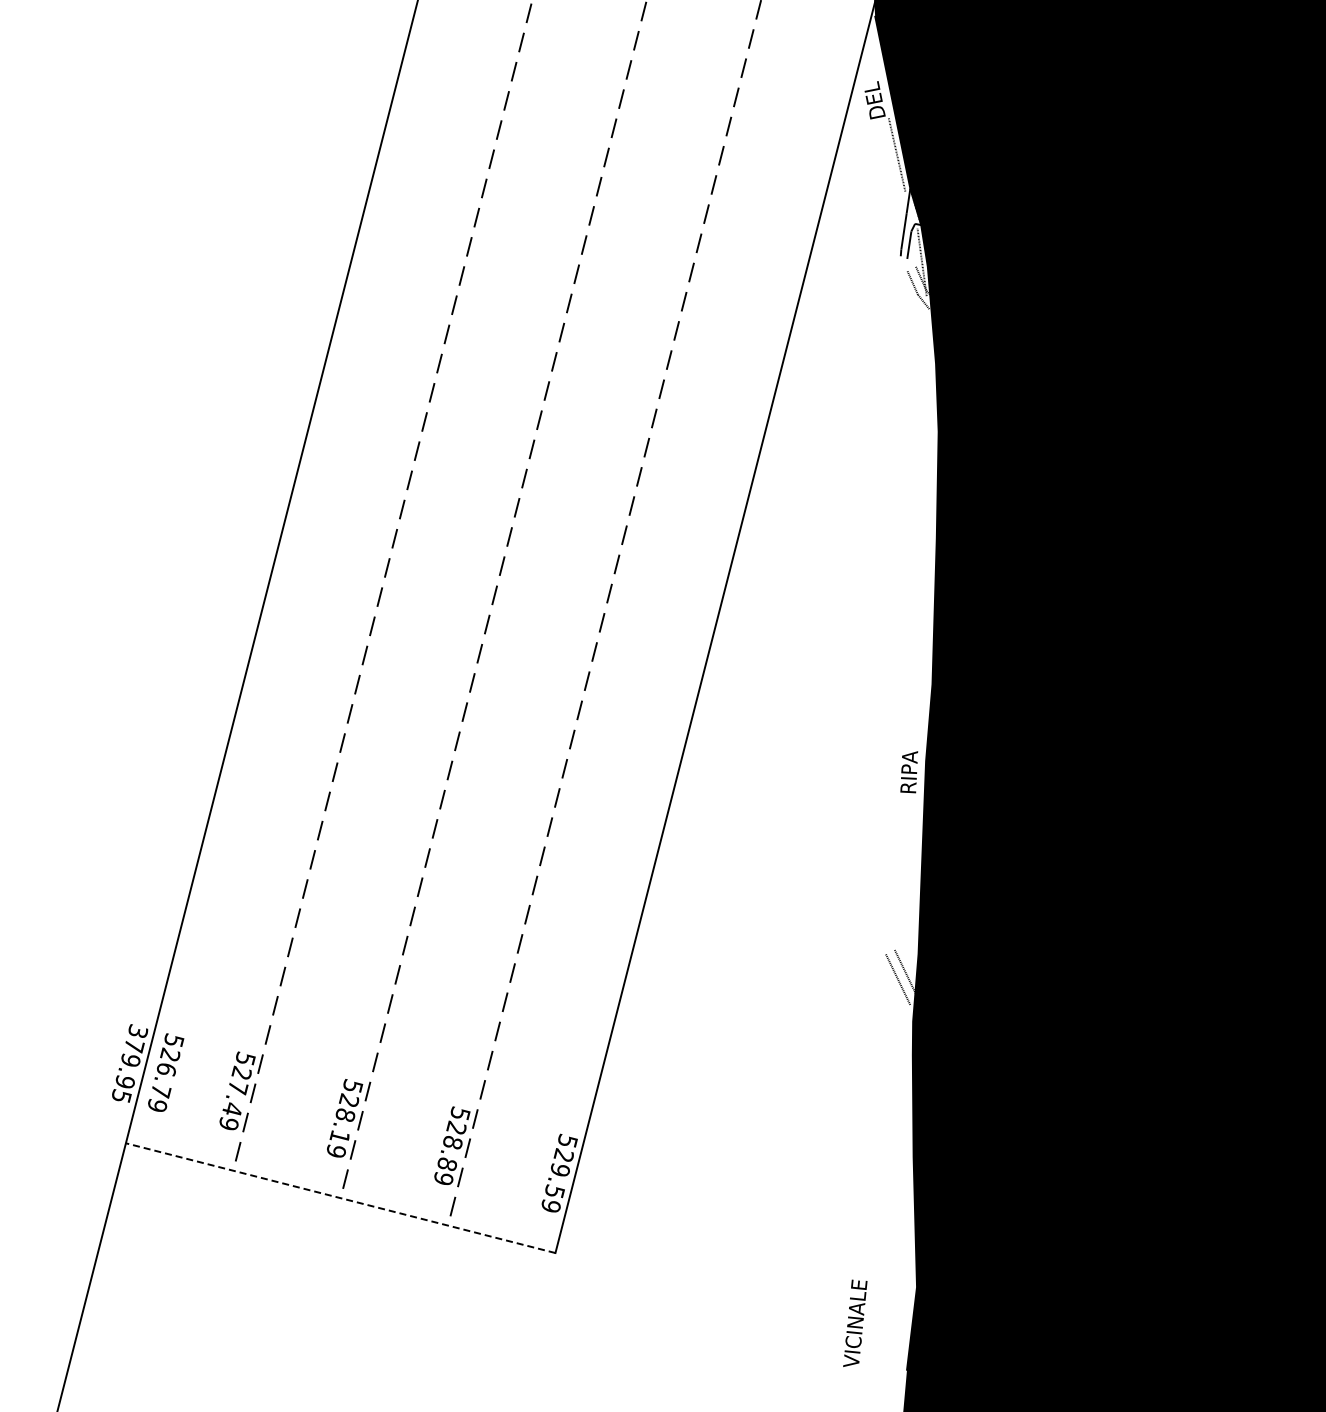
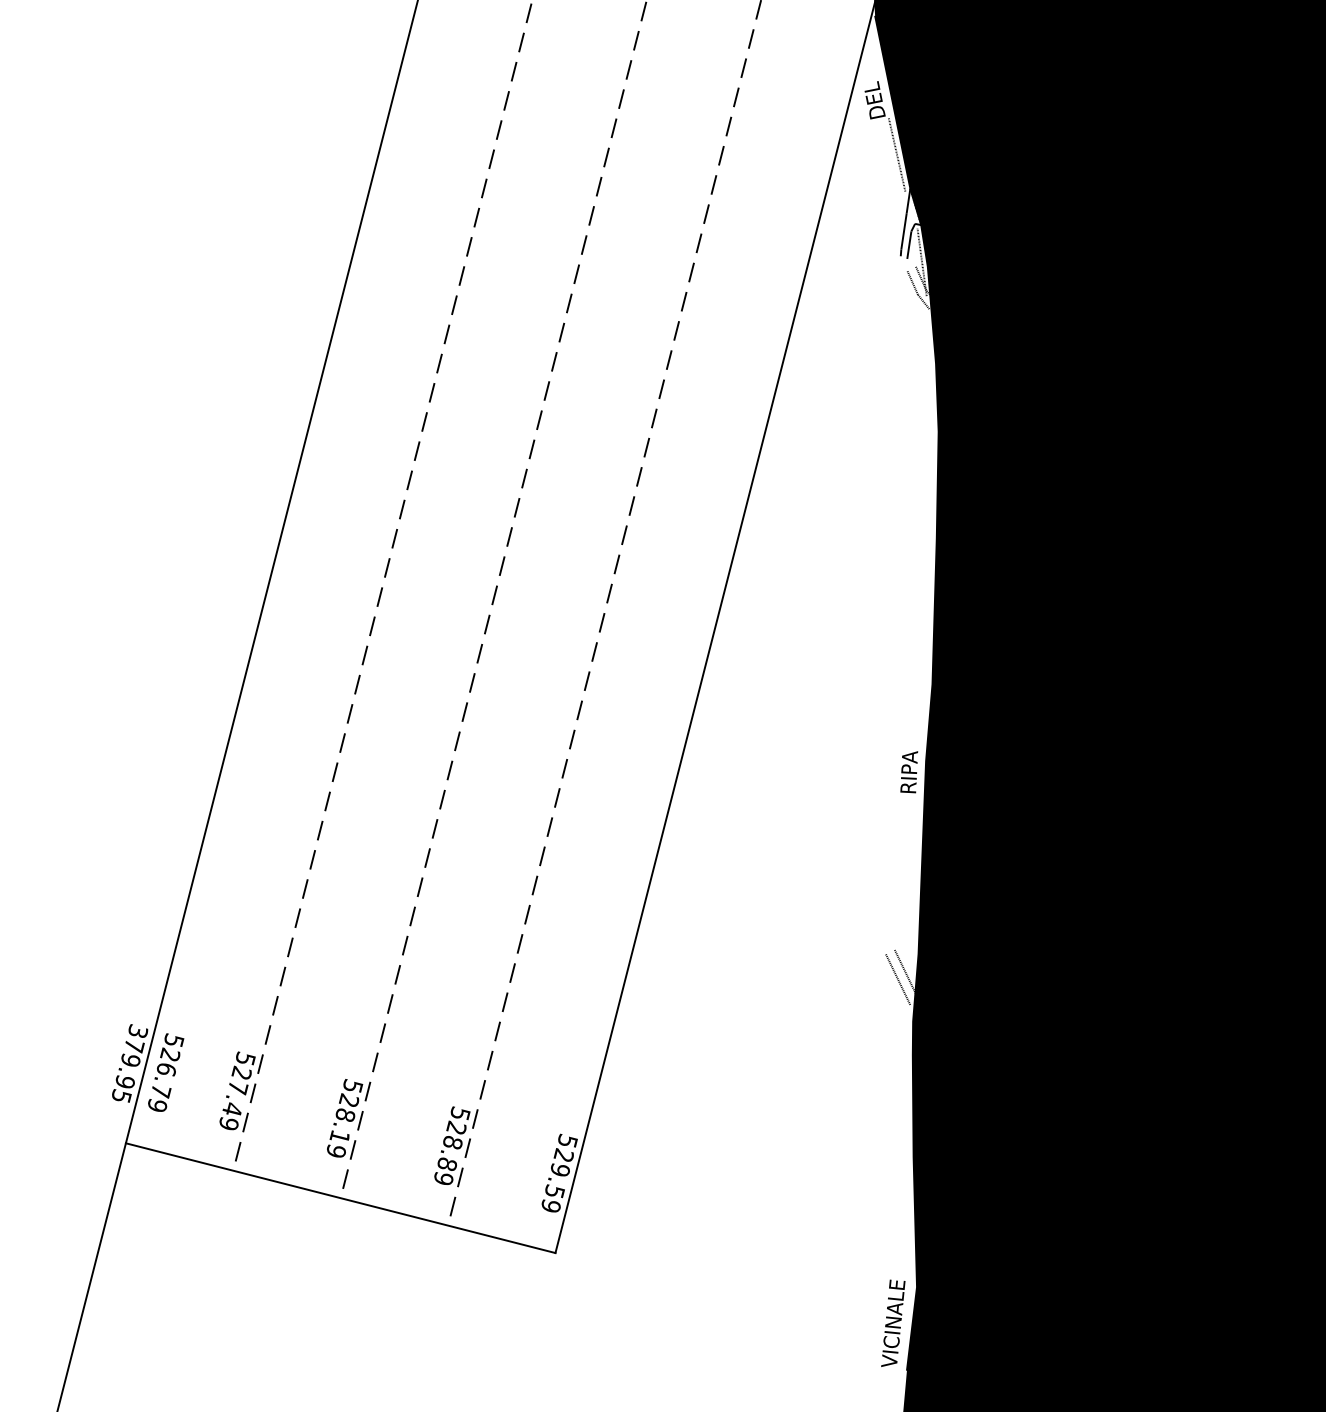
line at (340, 1198): dashed -> solid
text at (855, 1322) position: (855, 1322) -> (893, 1322)
